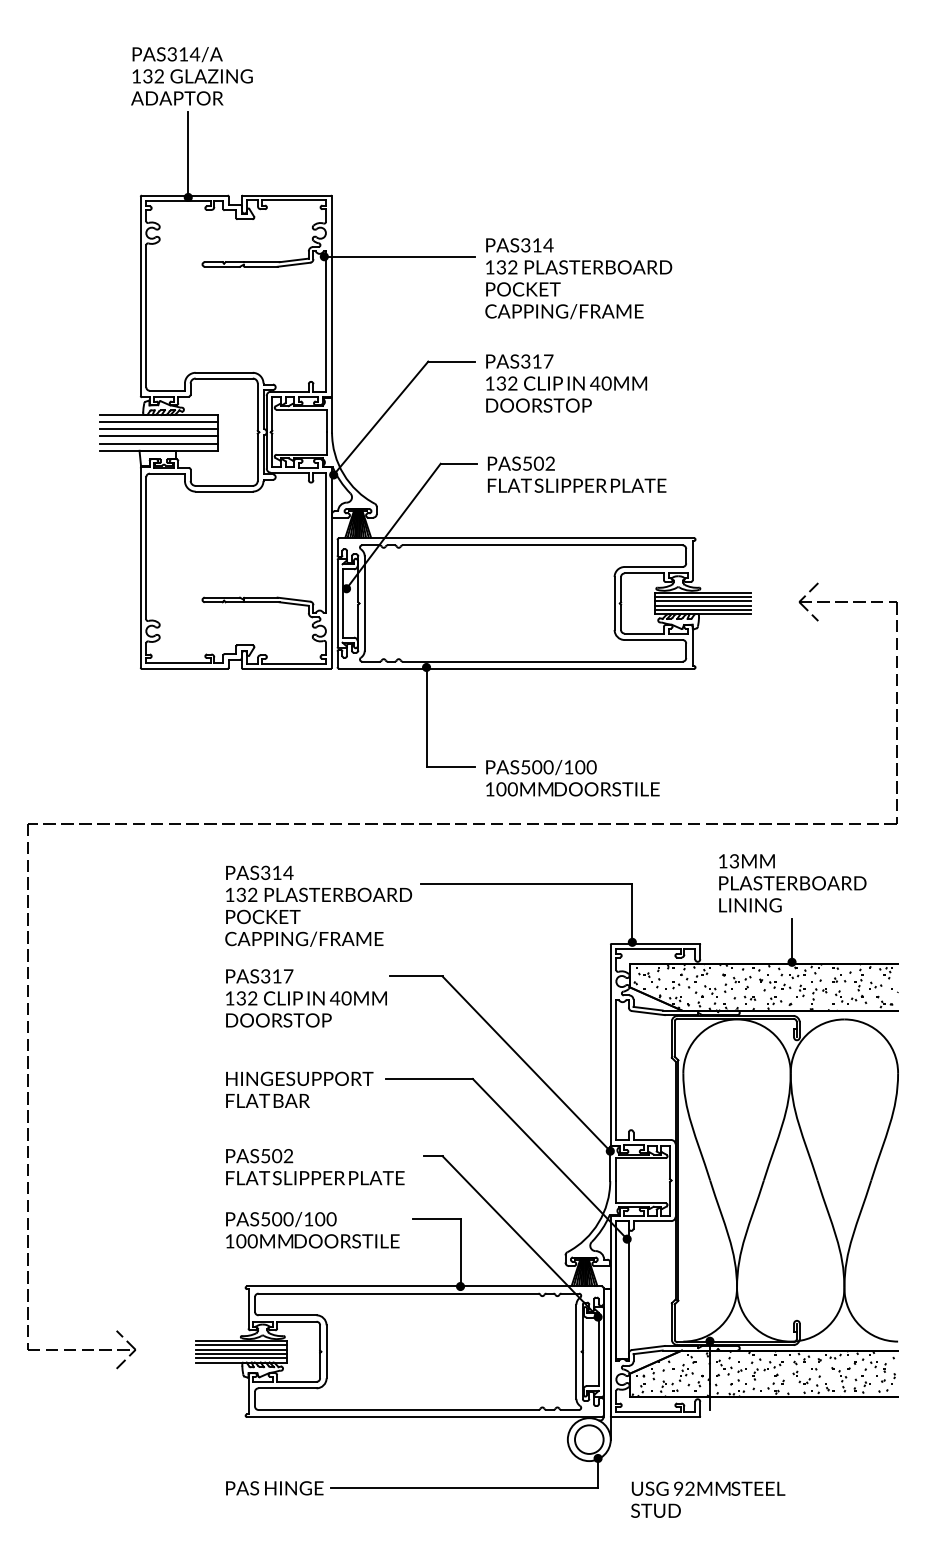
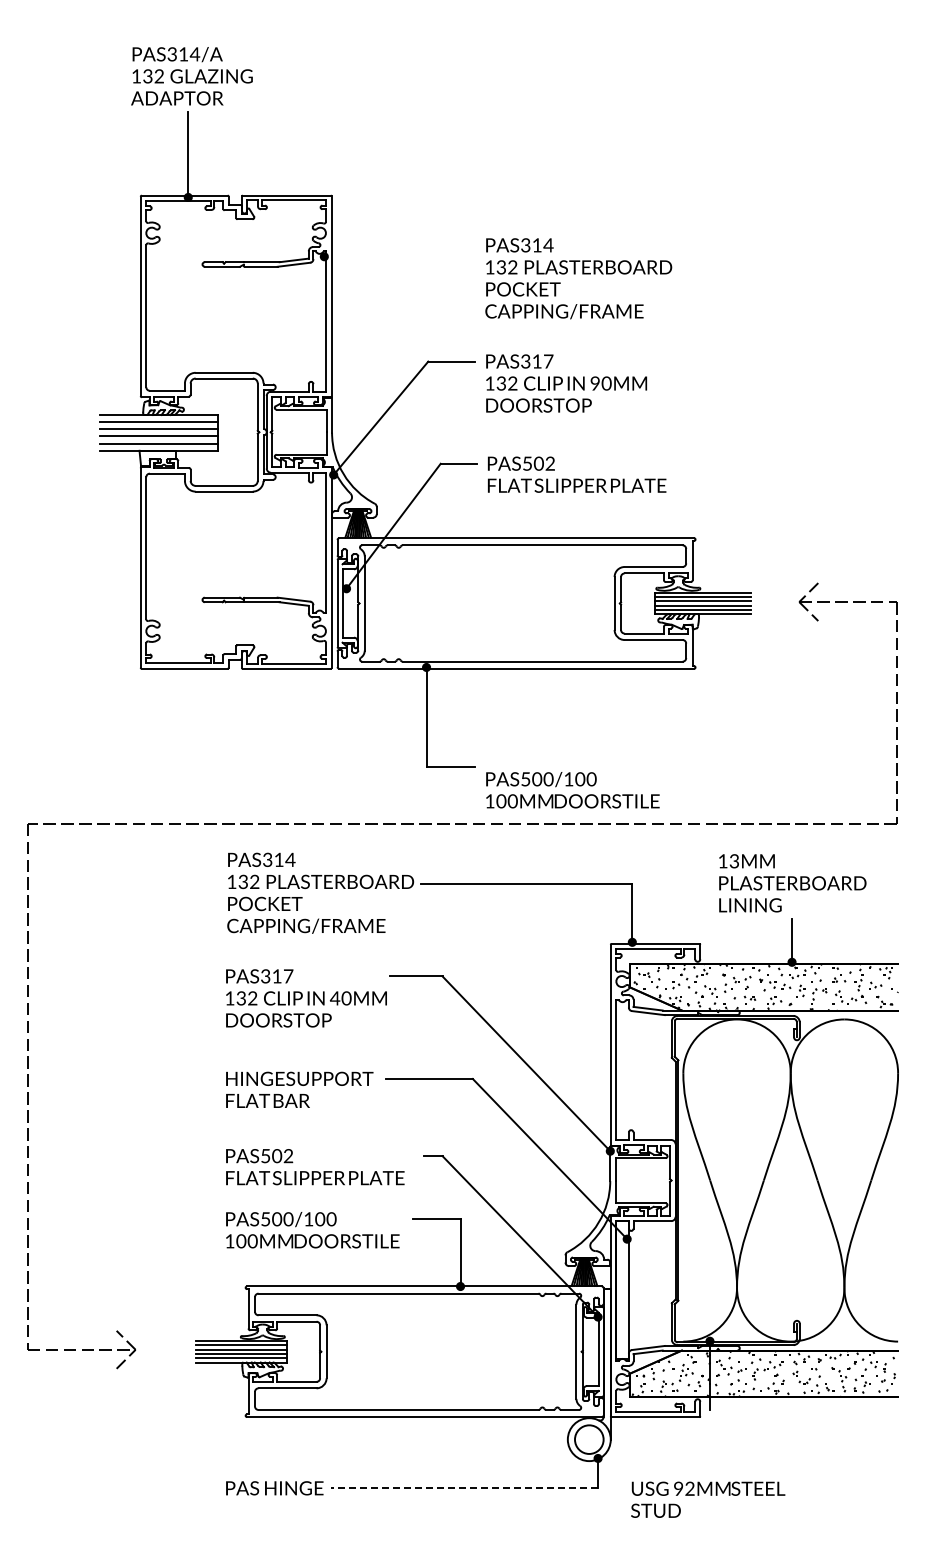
line at (399, 256): present -> none
text at (595, 383): 40MM -> 90MM
text at (572, 778) position: (572, 778) -> (572, 790)
text at (318, 905) position: (318, 905) -> (320, 892)
line at (464, 1488): solid -> dashed
